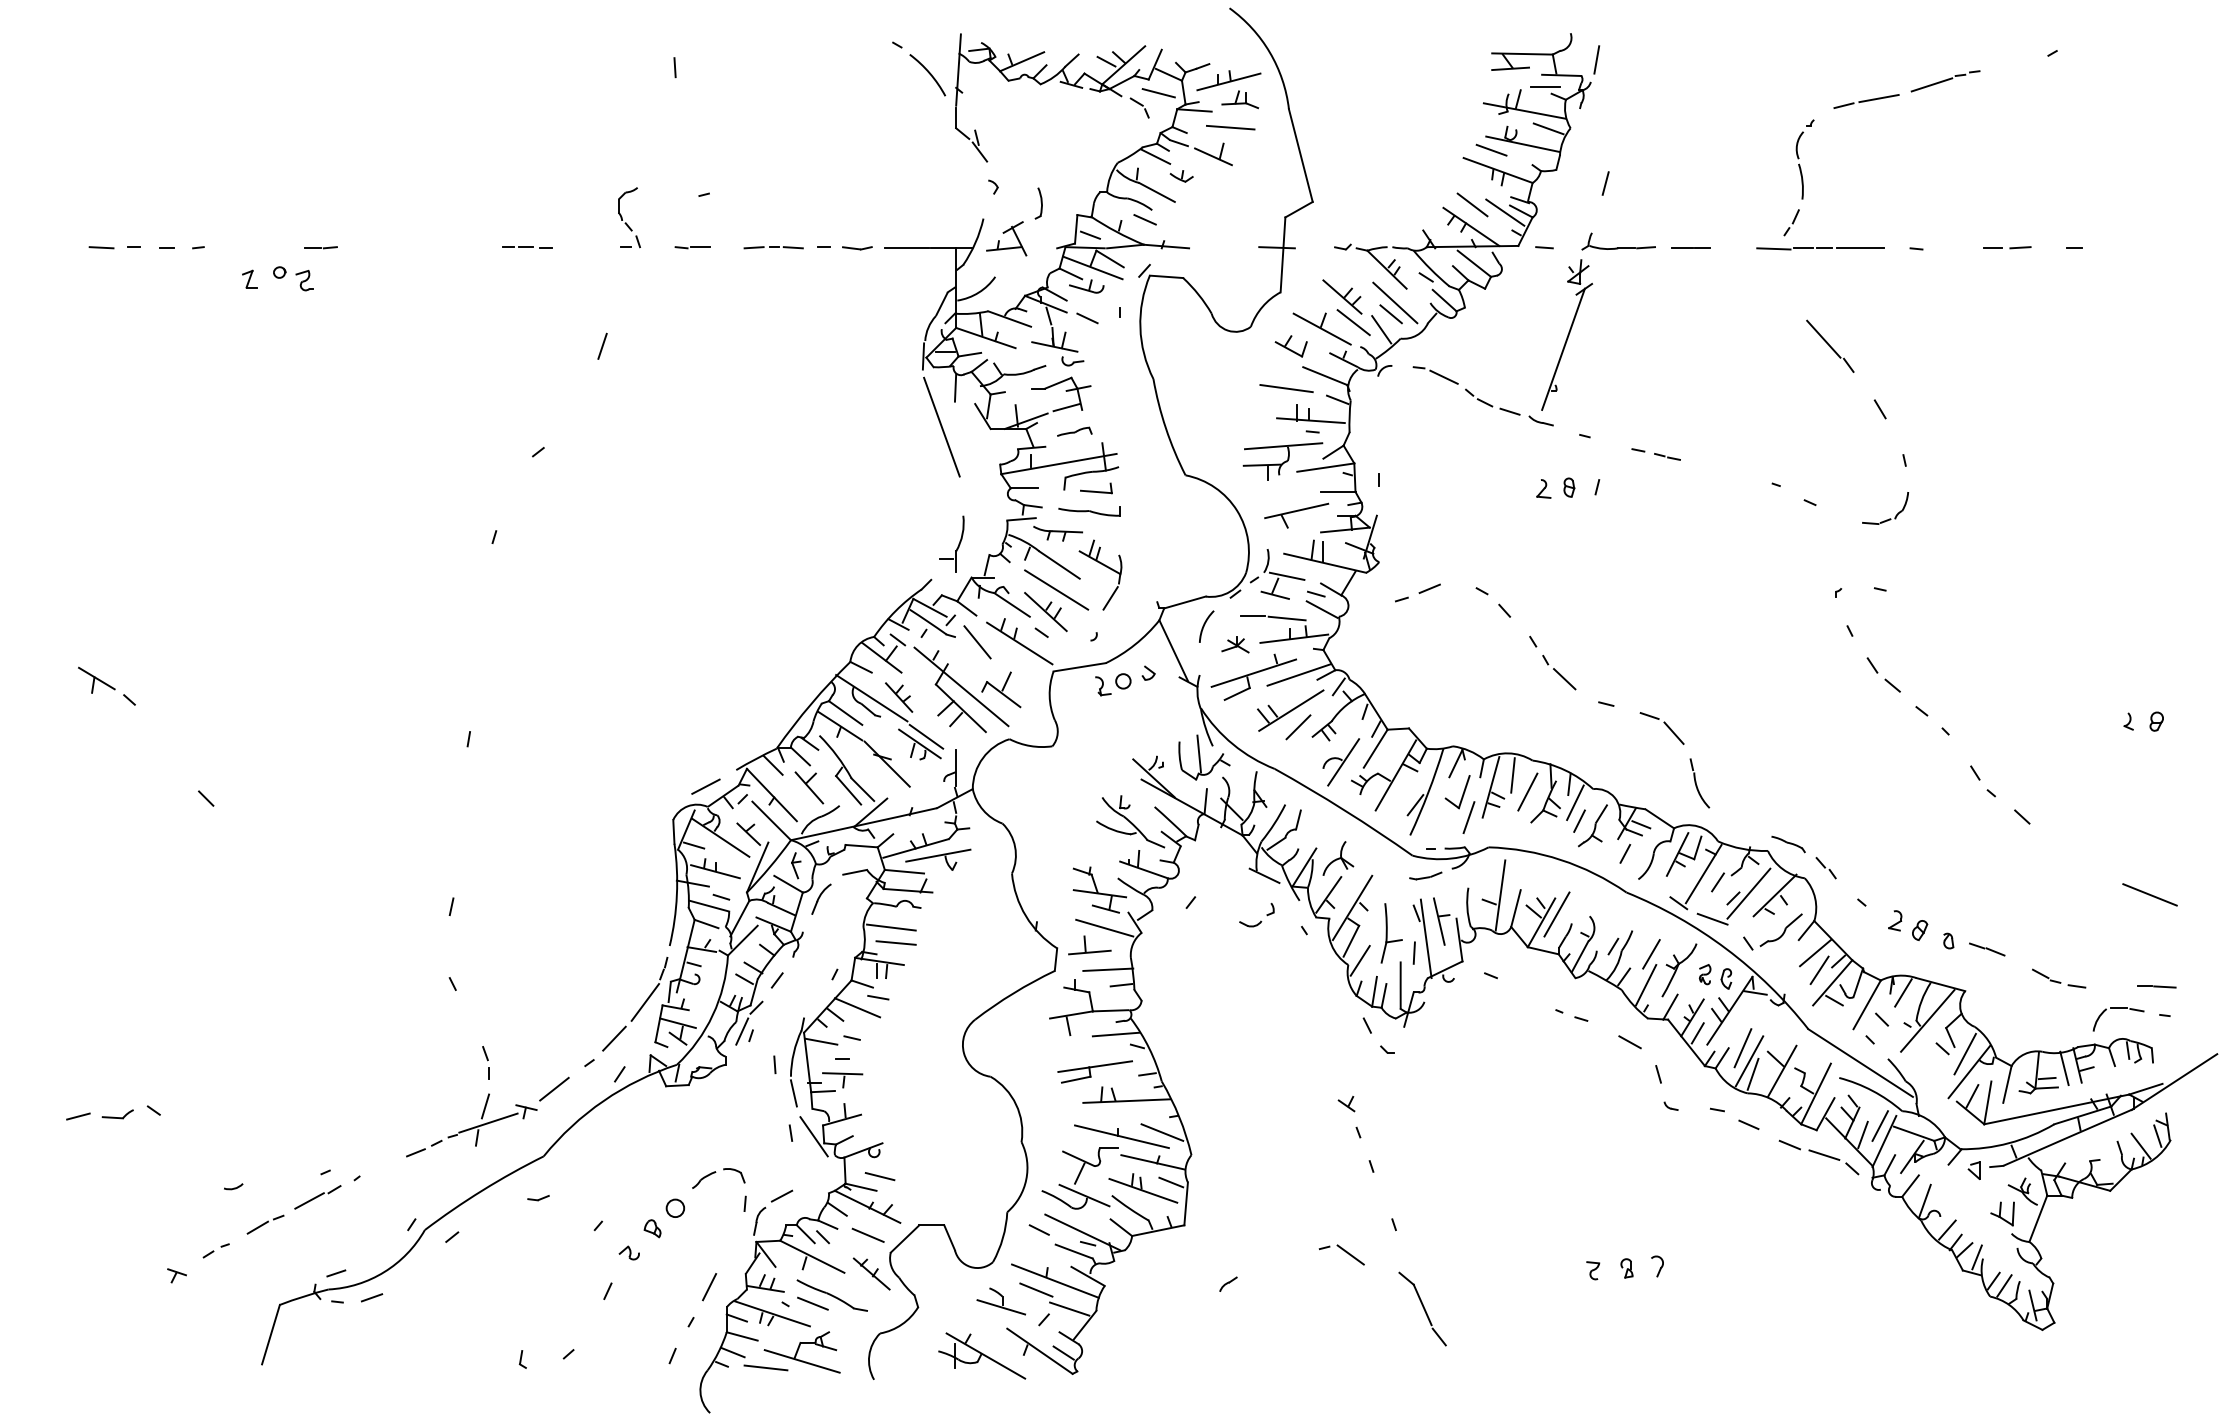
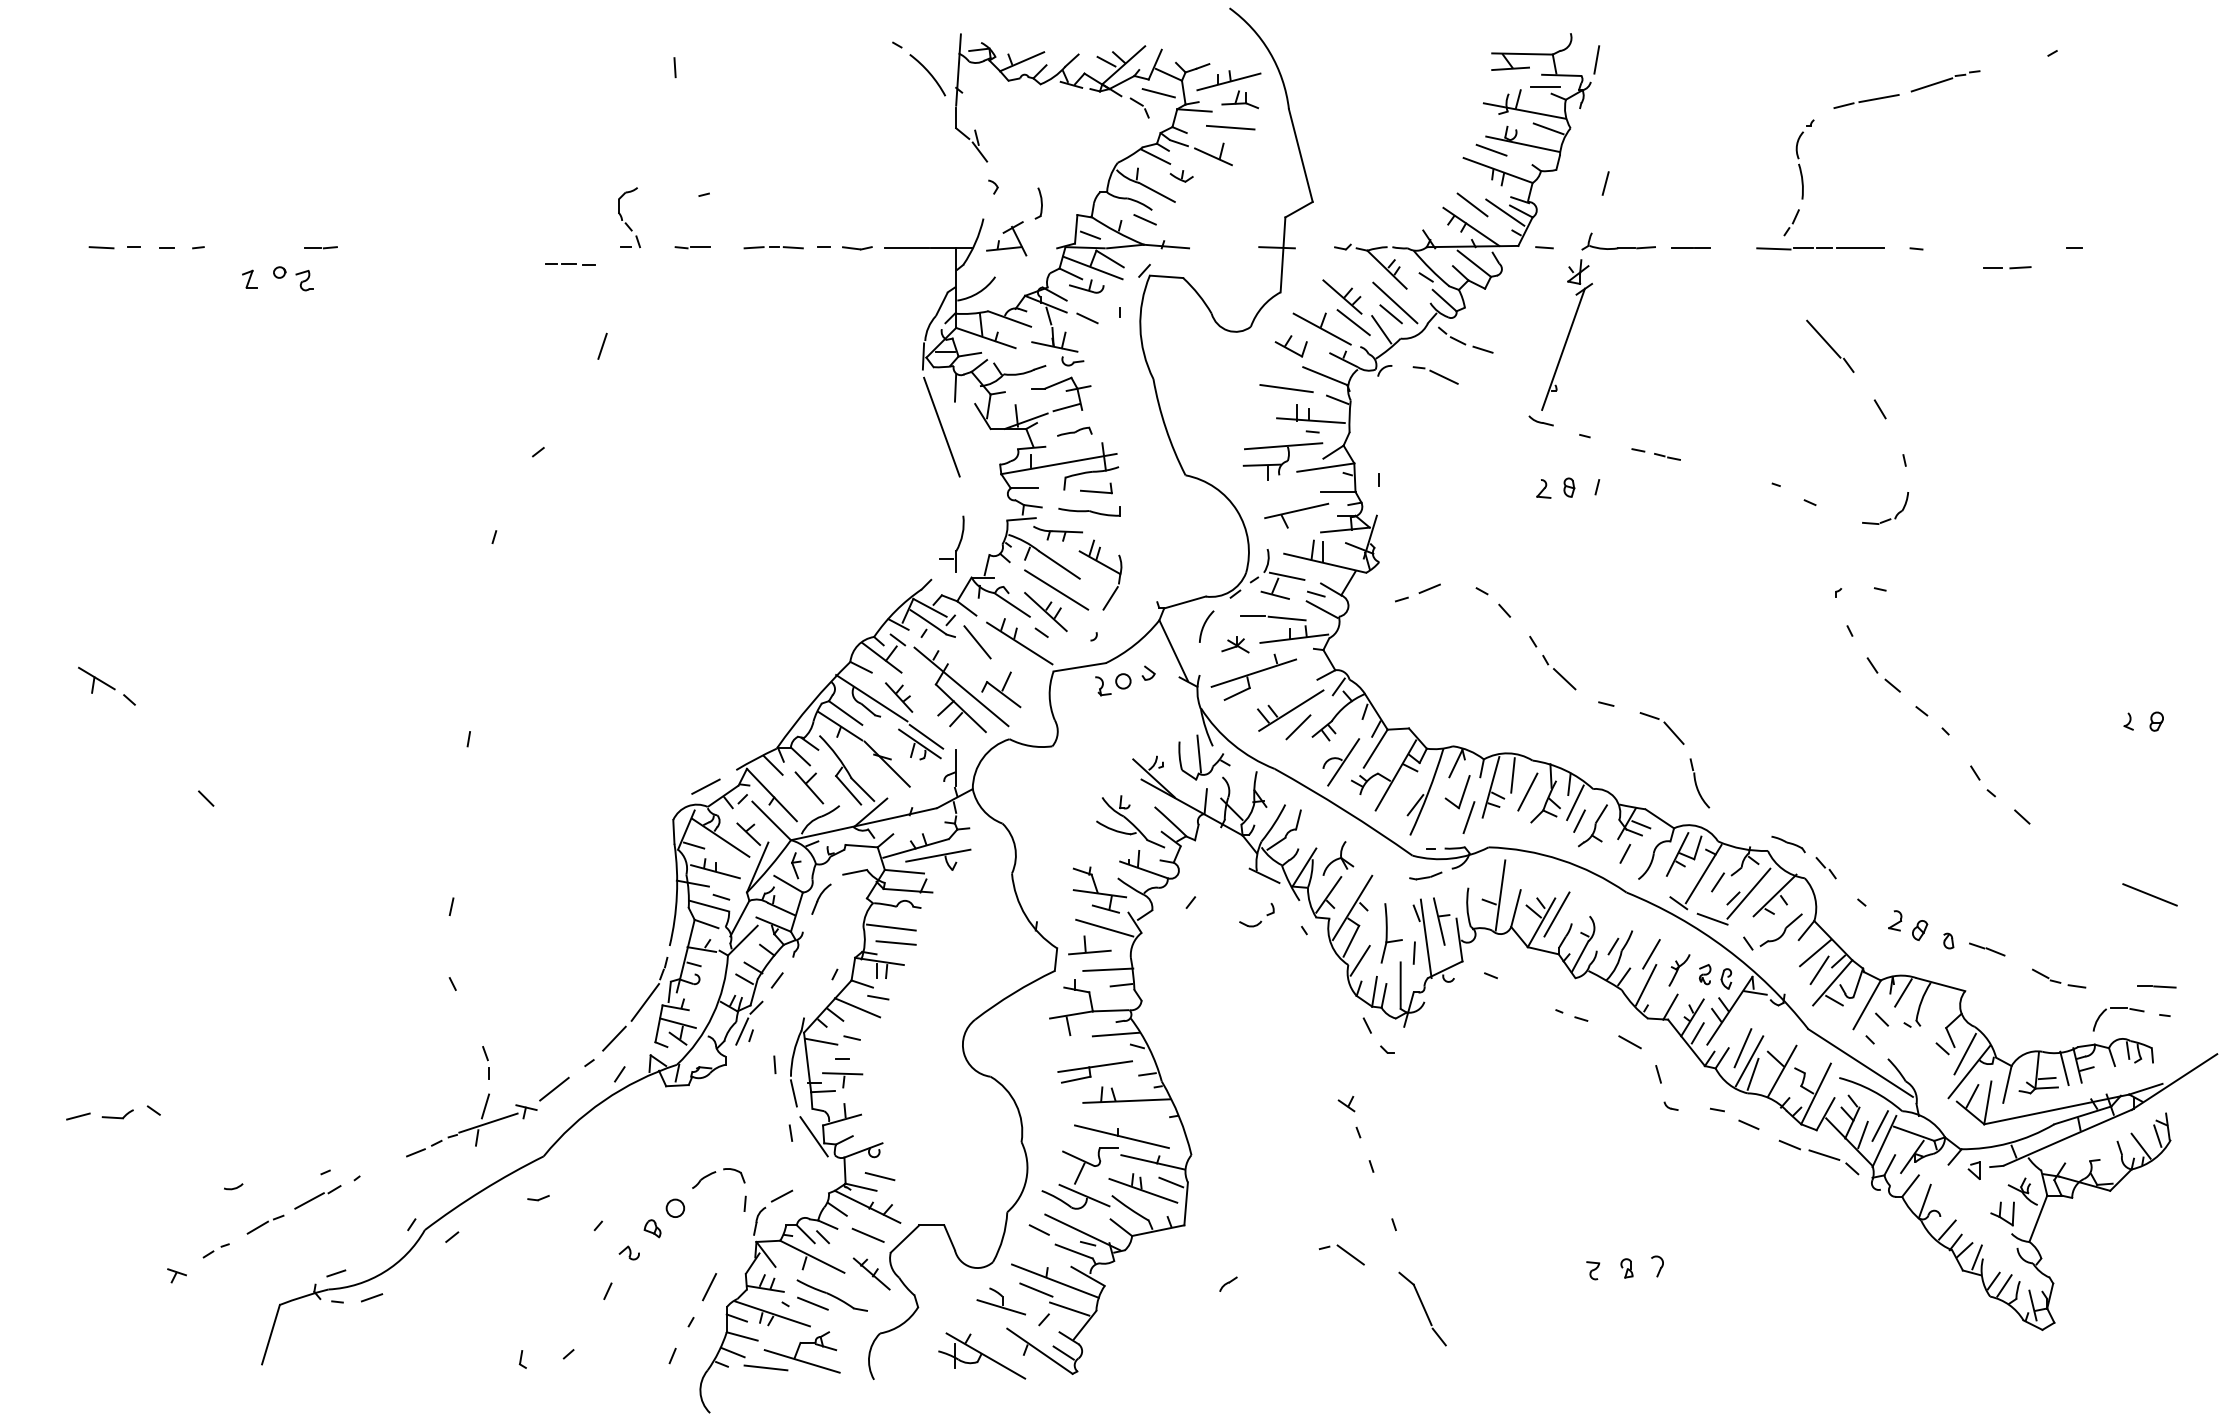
part at (527, 247) position: (527, 247) -> (570, 264)
part at (2007, 247) position: (2007, 247) -> (2007, 267)
part at (1492, 401) position: (1492, 401) -> (1465, 339)
line at (1298, 674): present -> none
part at (1679, 970) size: 37x55 px -> 23x33 px
line at (1927, 1020): present -> none
line at (1162, 1132): present -> none
